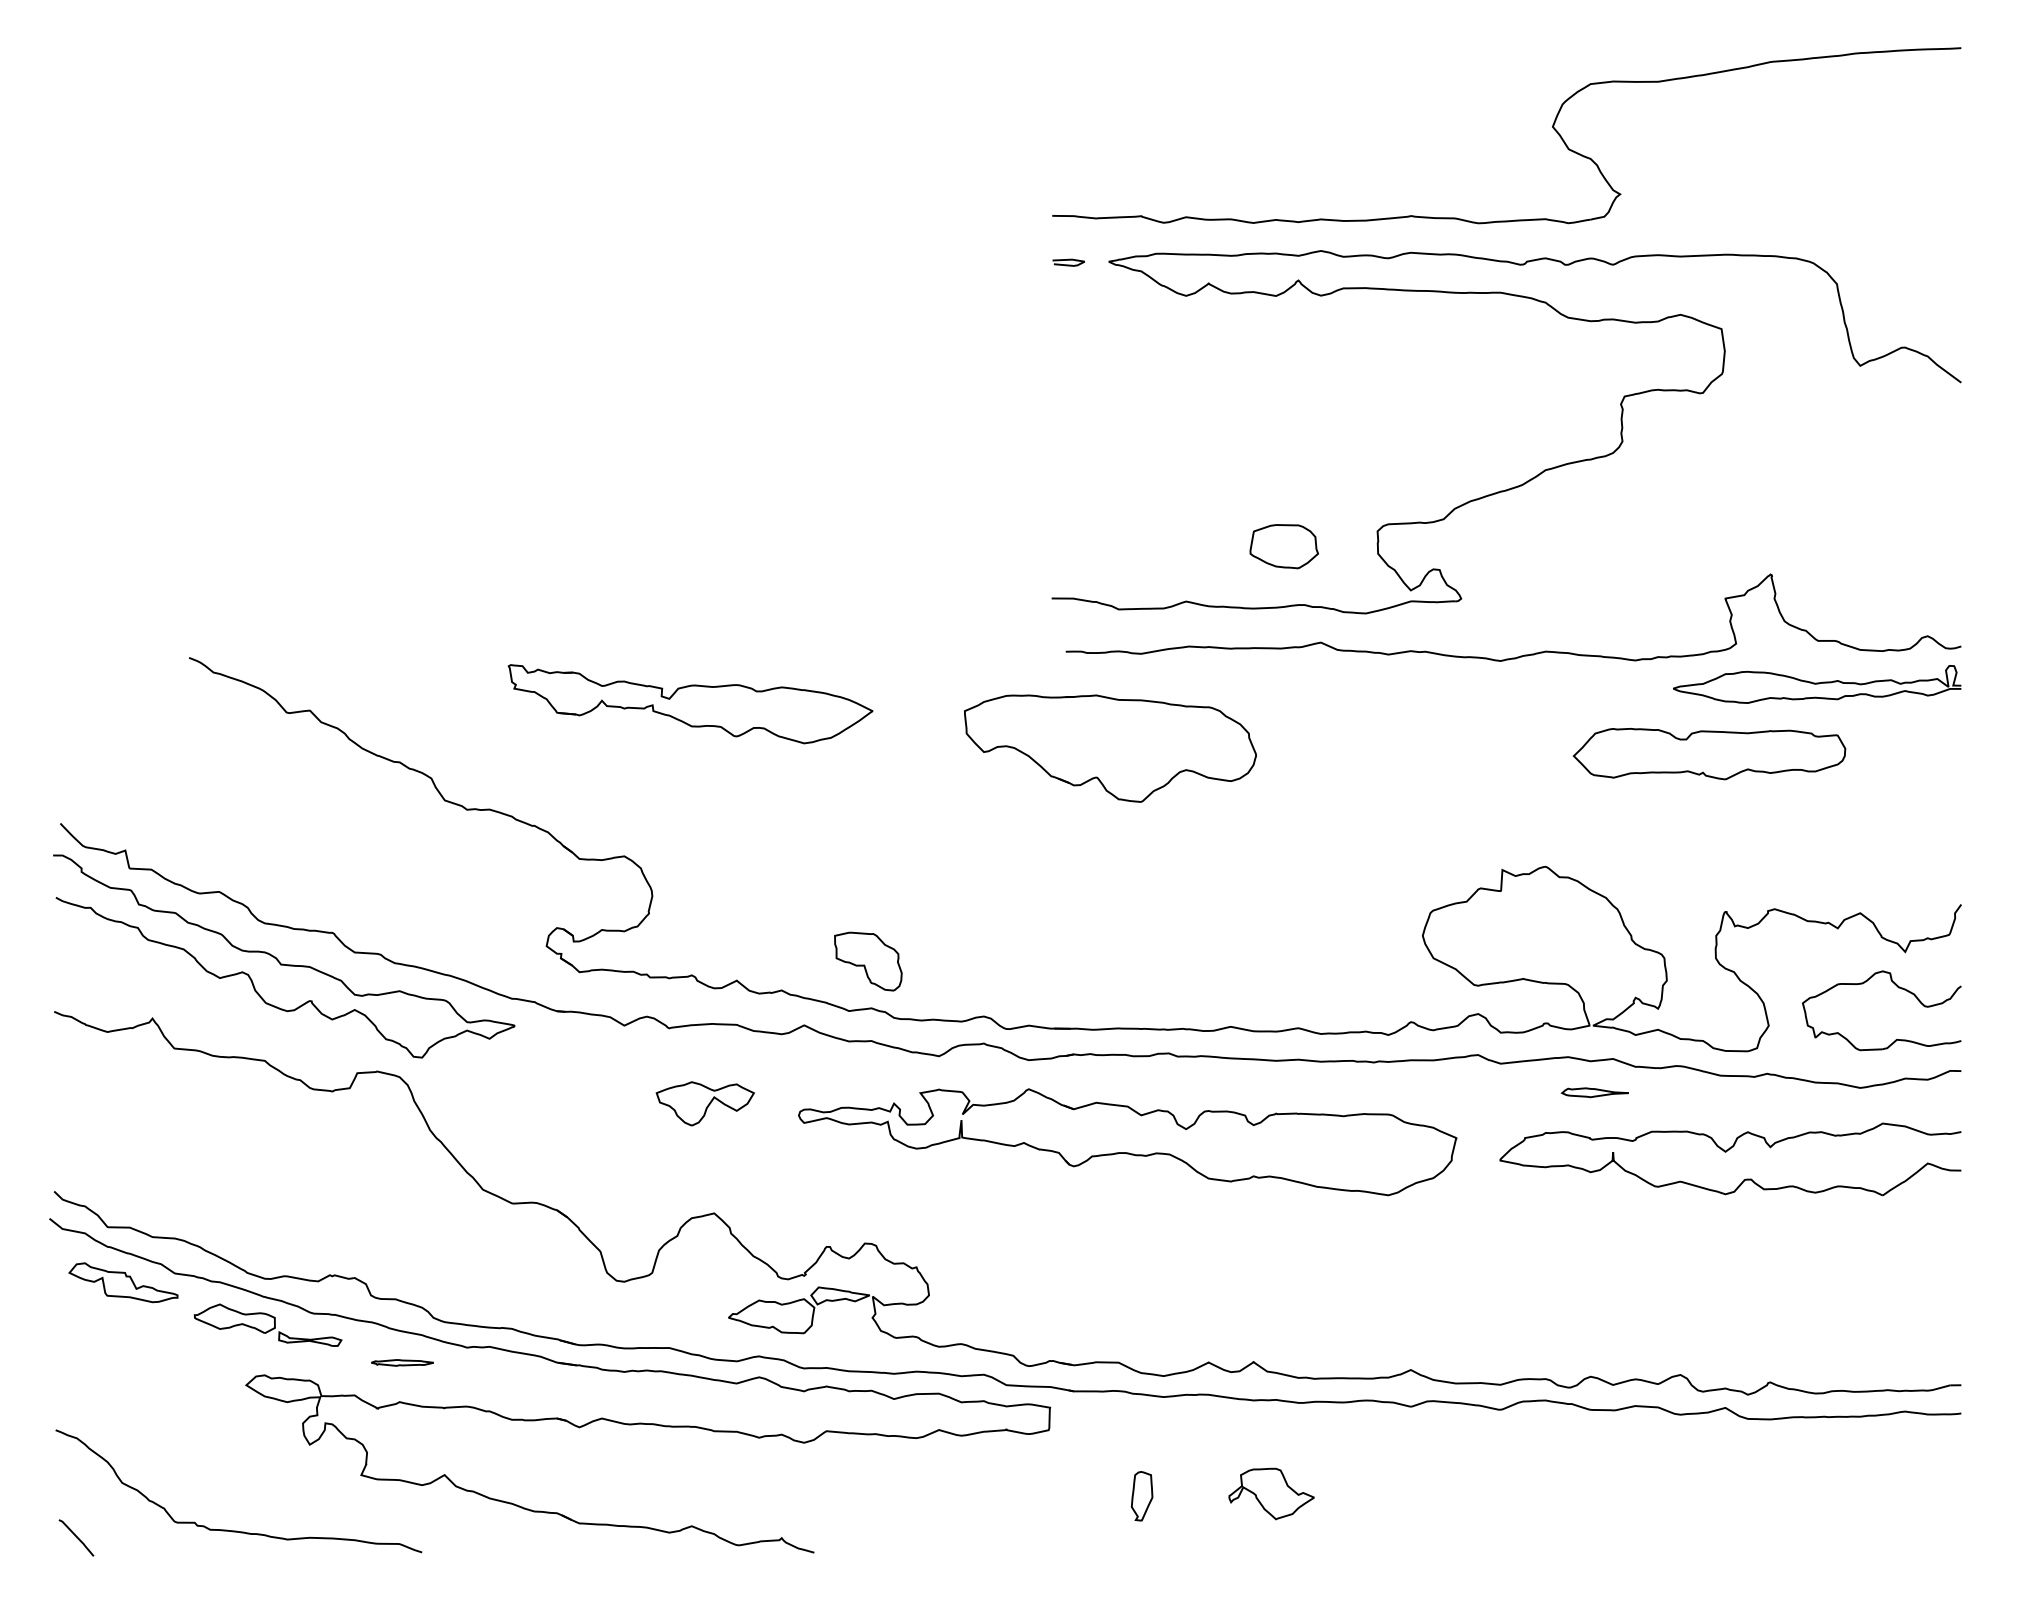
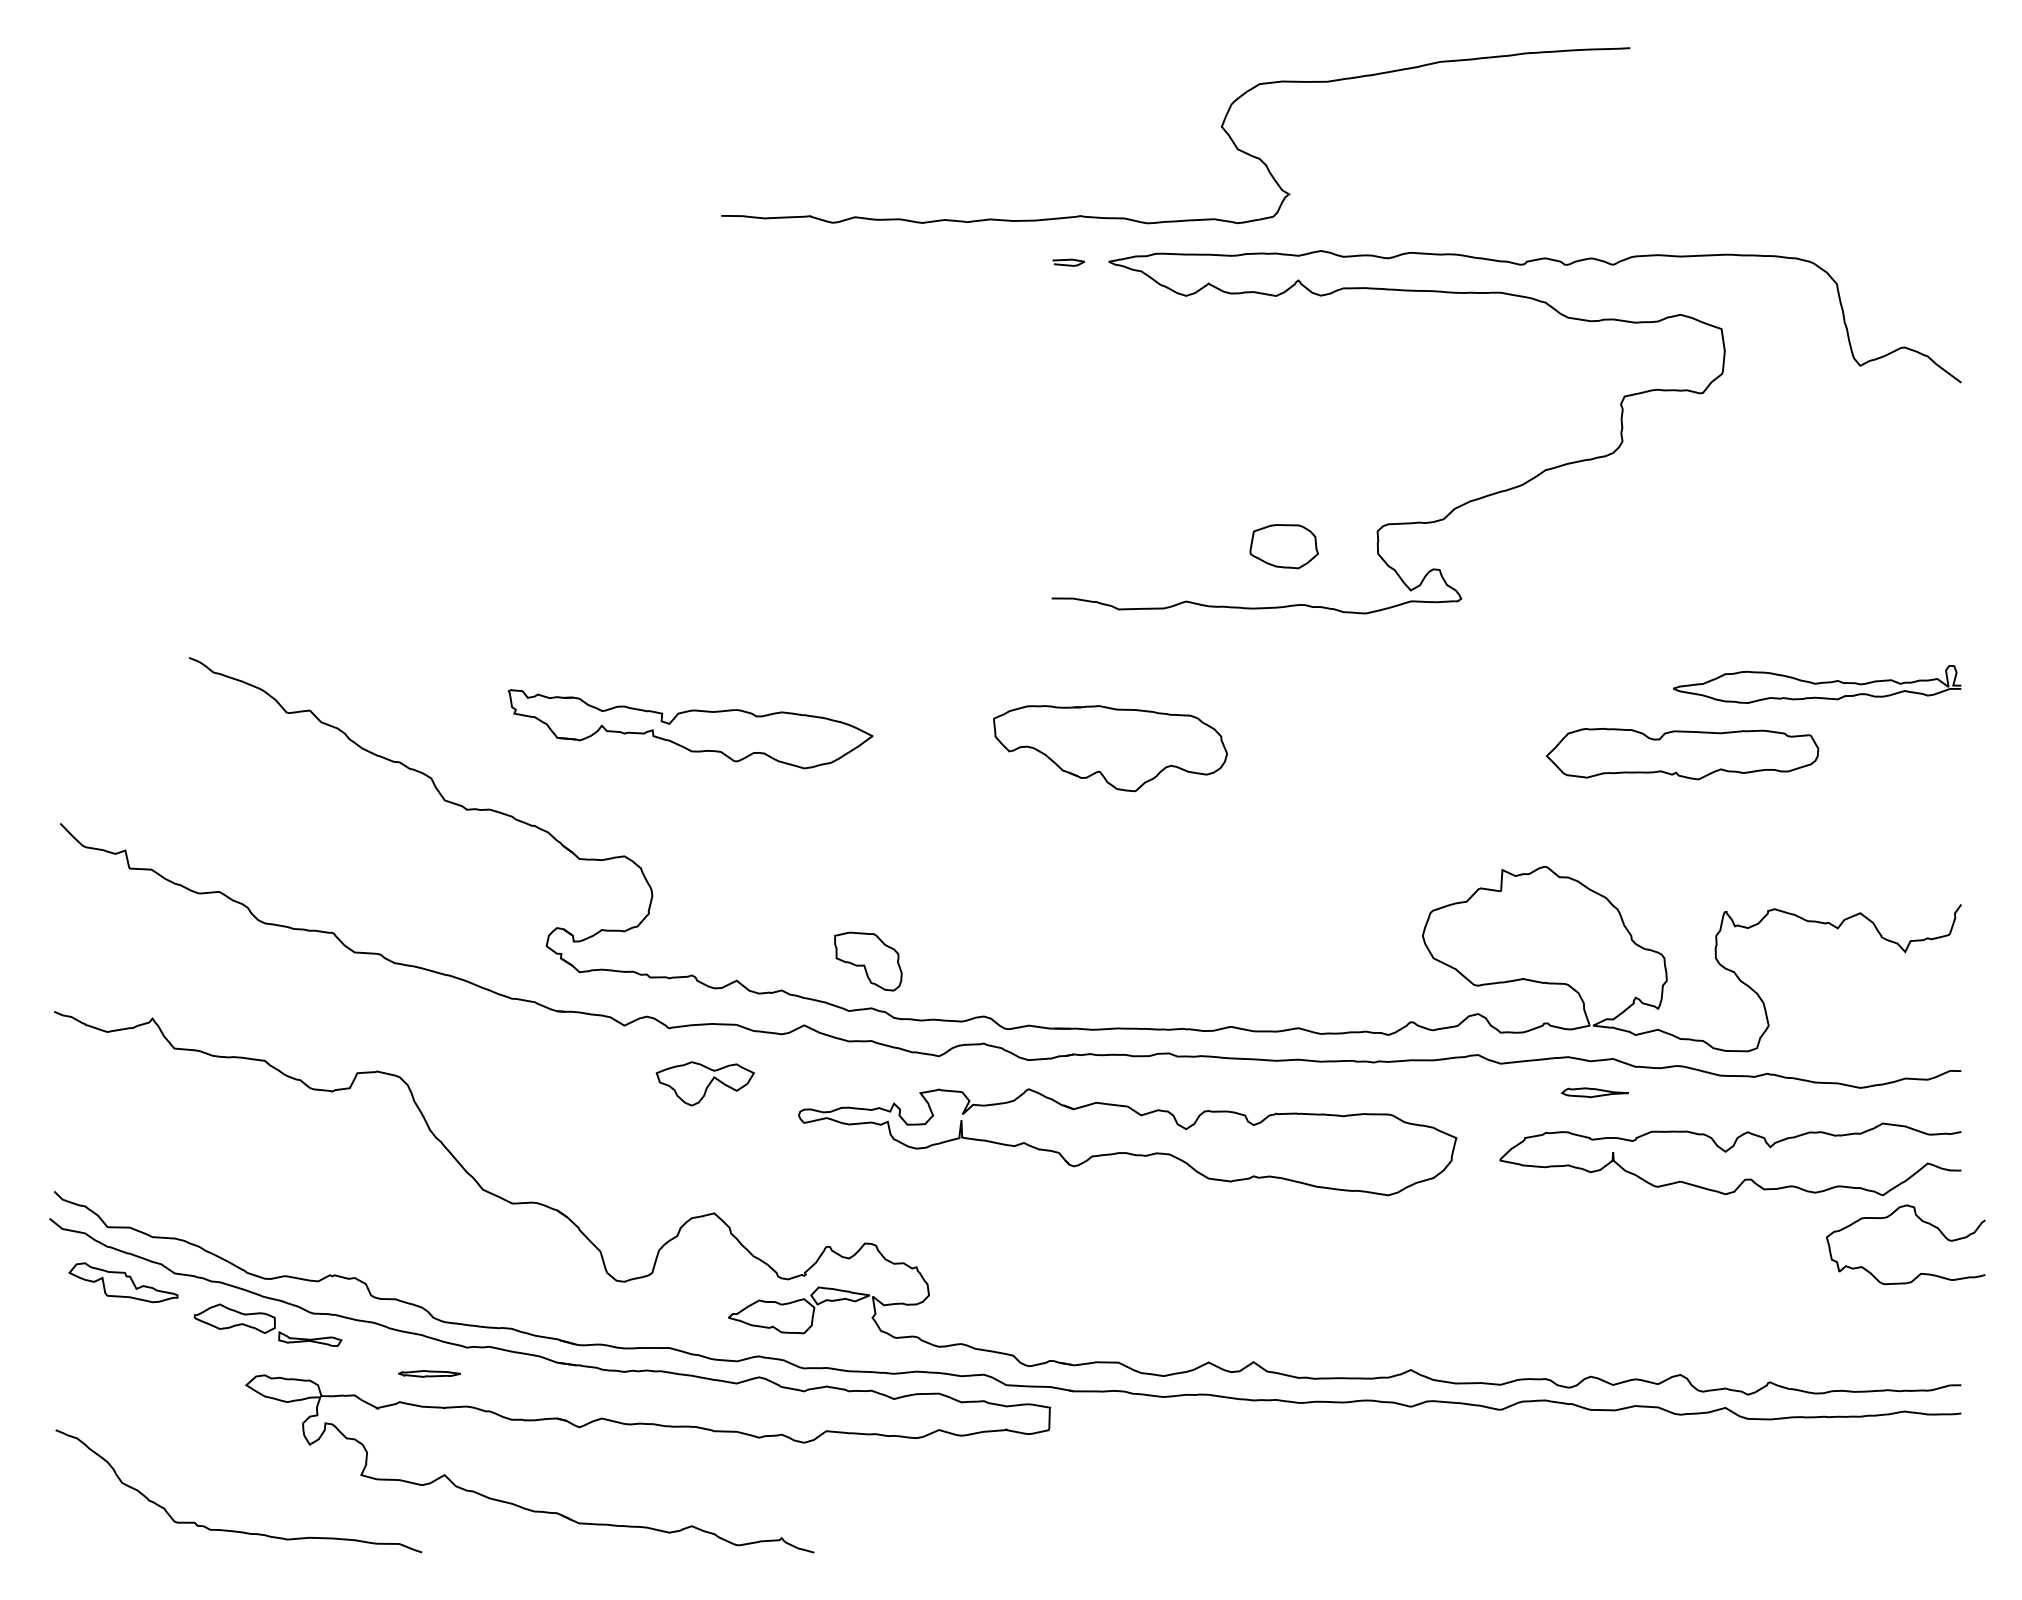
part at (1552, 127) position: (1552, 127) -> (1221, 127)
curve at (1524, 654): present -> none
part at (690, 704) position: (690, 704) -> (690, 729)
part at (1110, 748) size: 293x109 px -> 235x88 px
part at (1709, 754) position: (1709, 754) -> (1682, 754)
curve at (279, 960): present -> none
part at (1898, 988) position: (1898, 988) -> (1922, 1222)
part at (704, 1103) position: (704, 1103) -> (704, 1083)
part at (402, 1362) position: (402, 1362) -> (429, 1373)
part at (1271, 1493): present -> none
part at (1142, 1496): present -> none
curve at (76, 1537): present -> none
